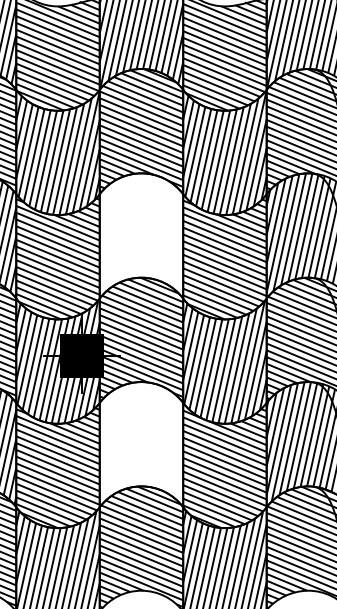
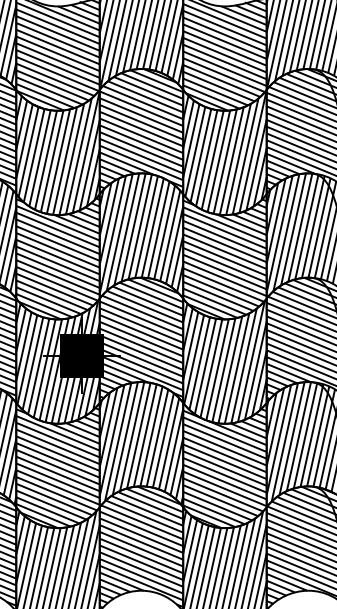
hatch at (141, 235): none -> present
hatch at (141, 443): none -> present
